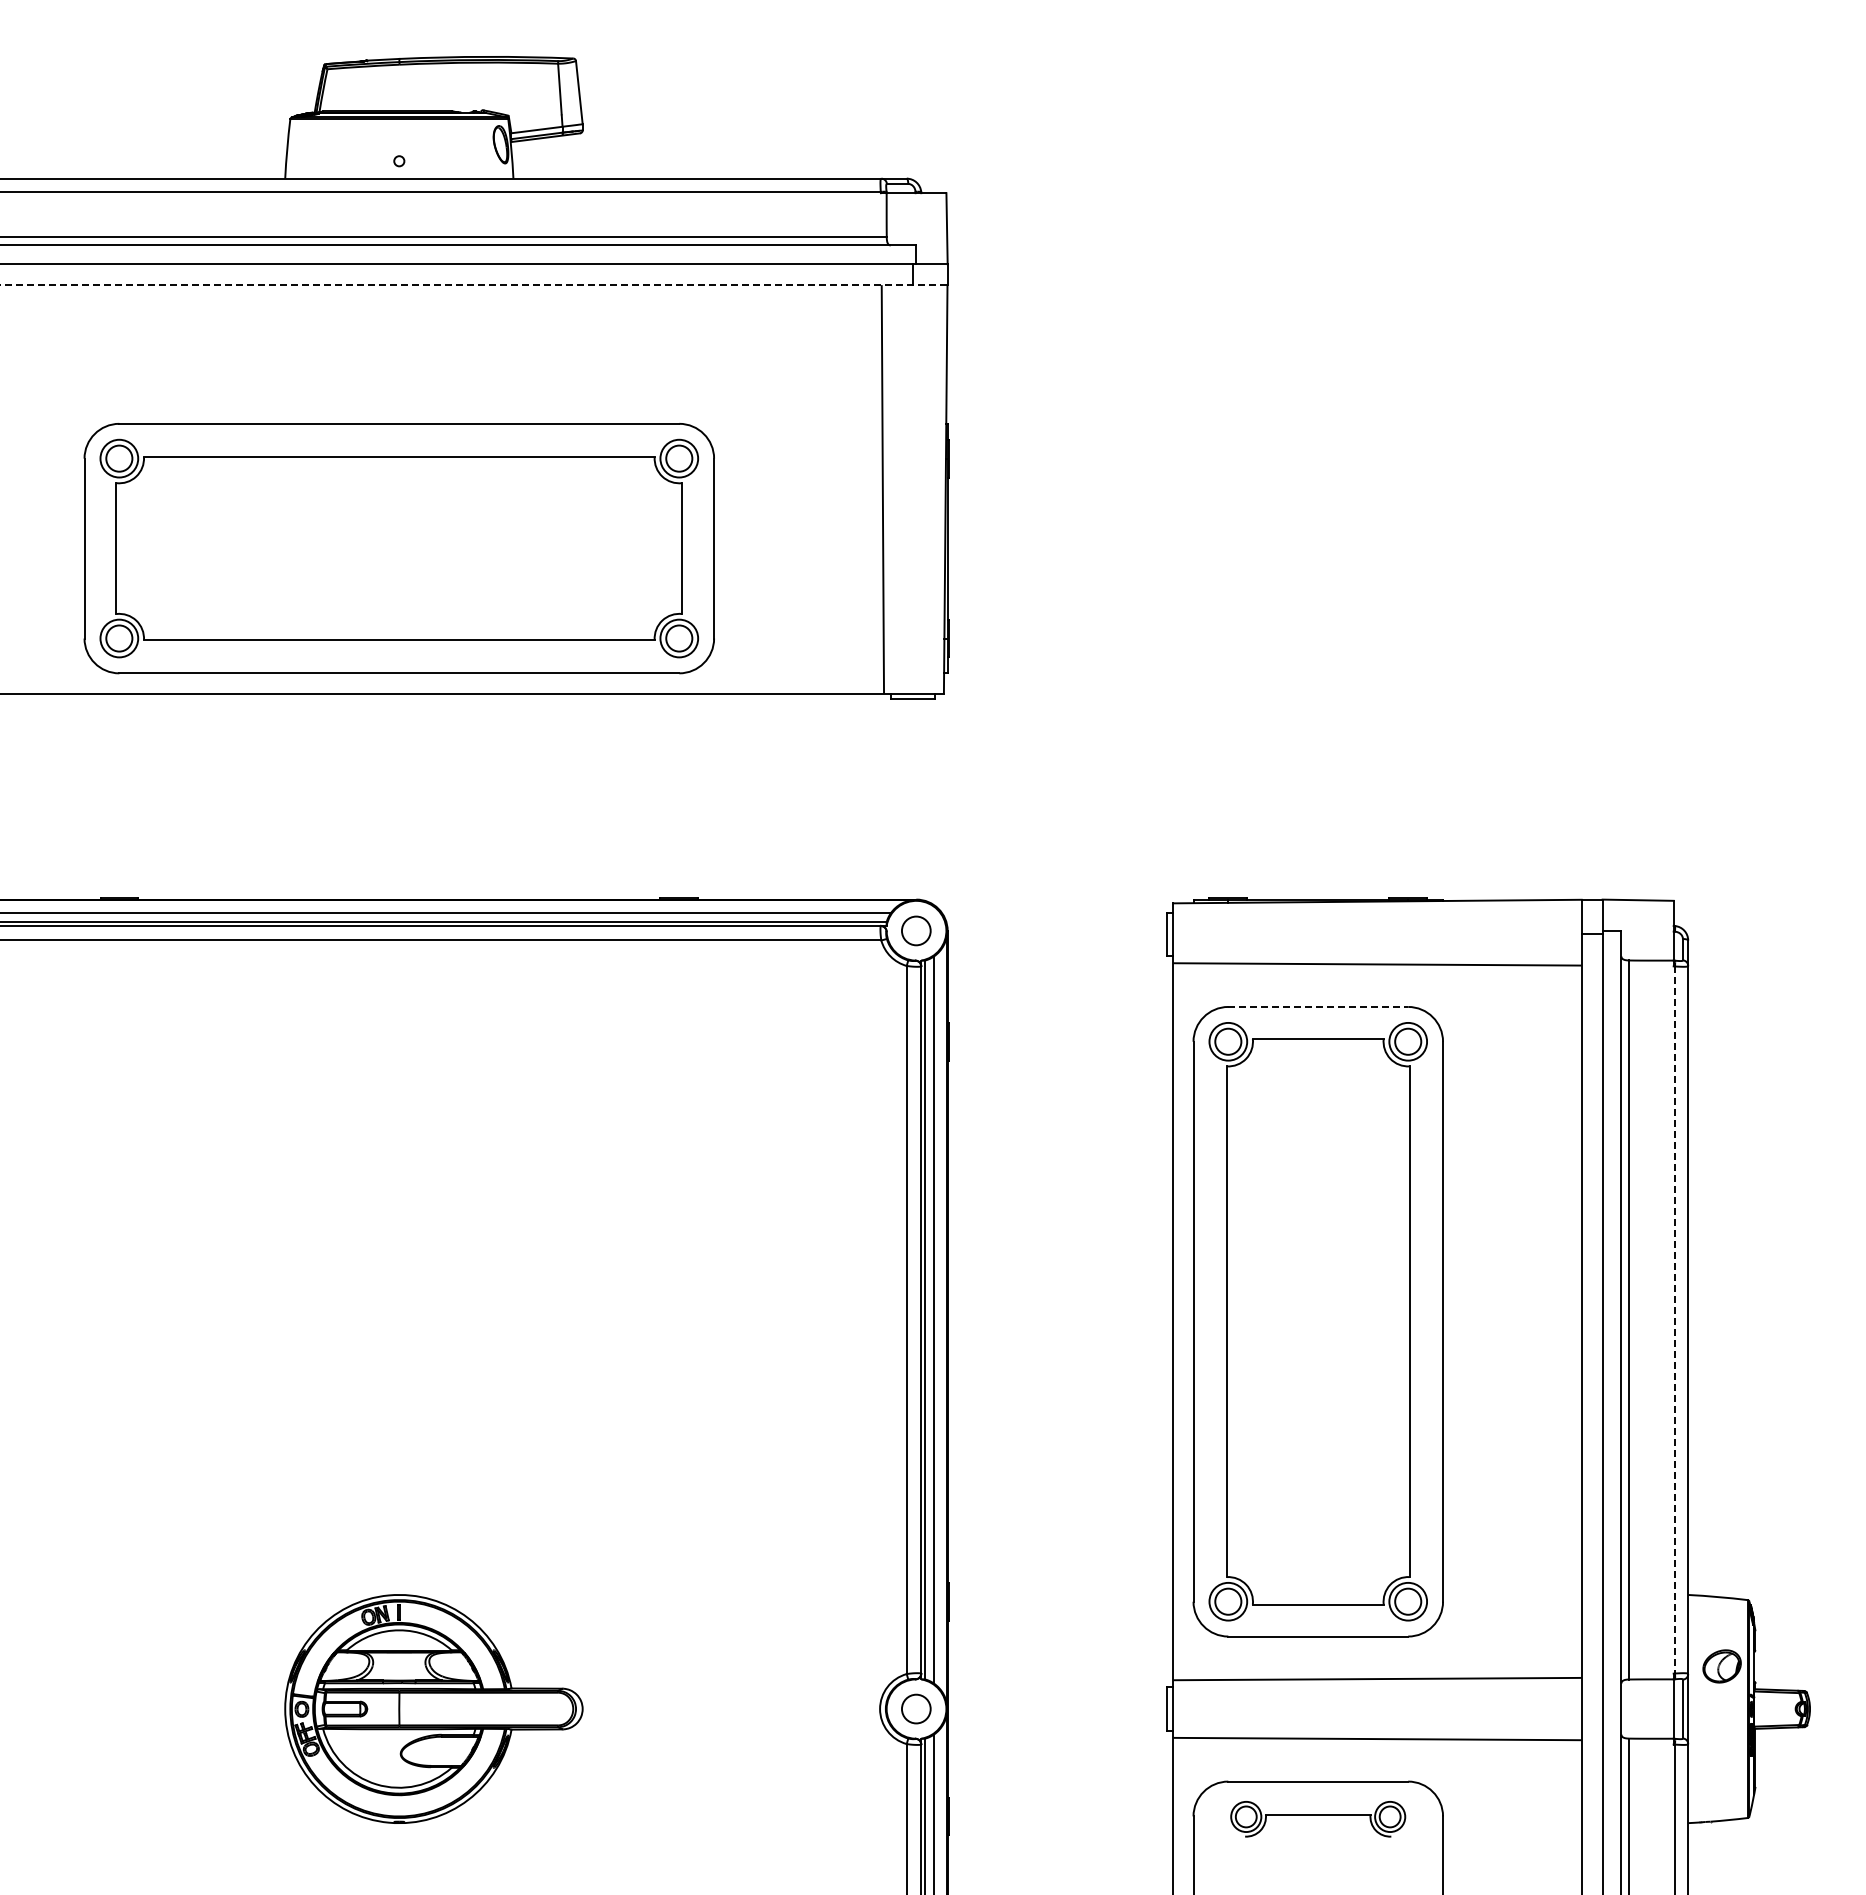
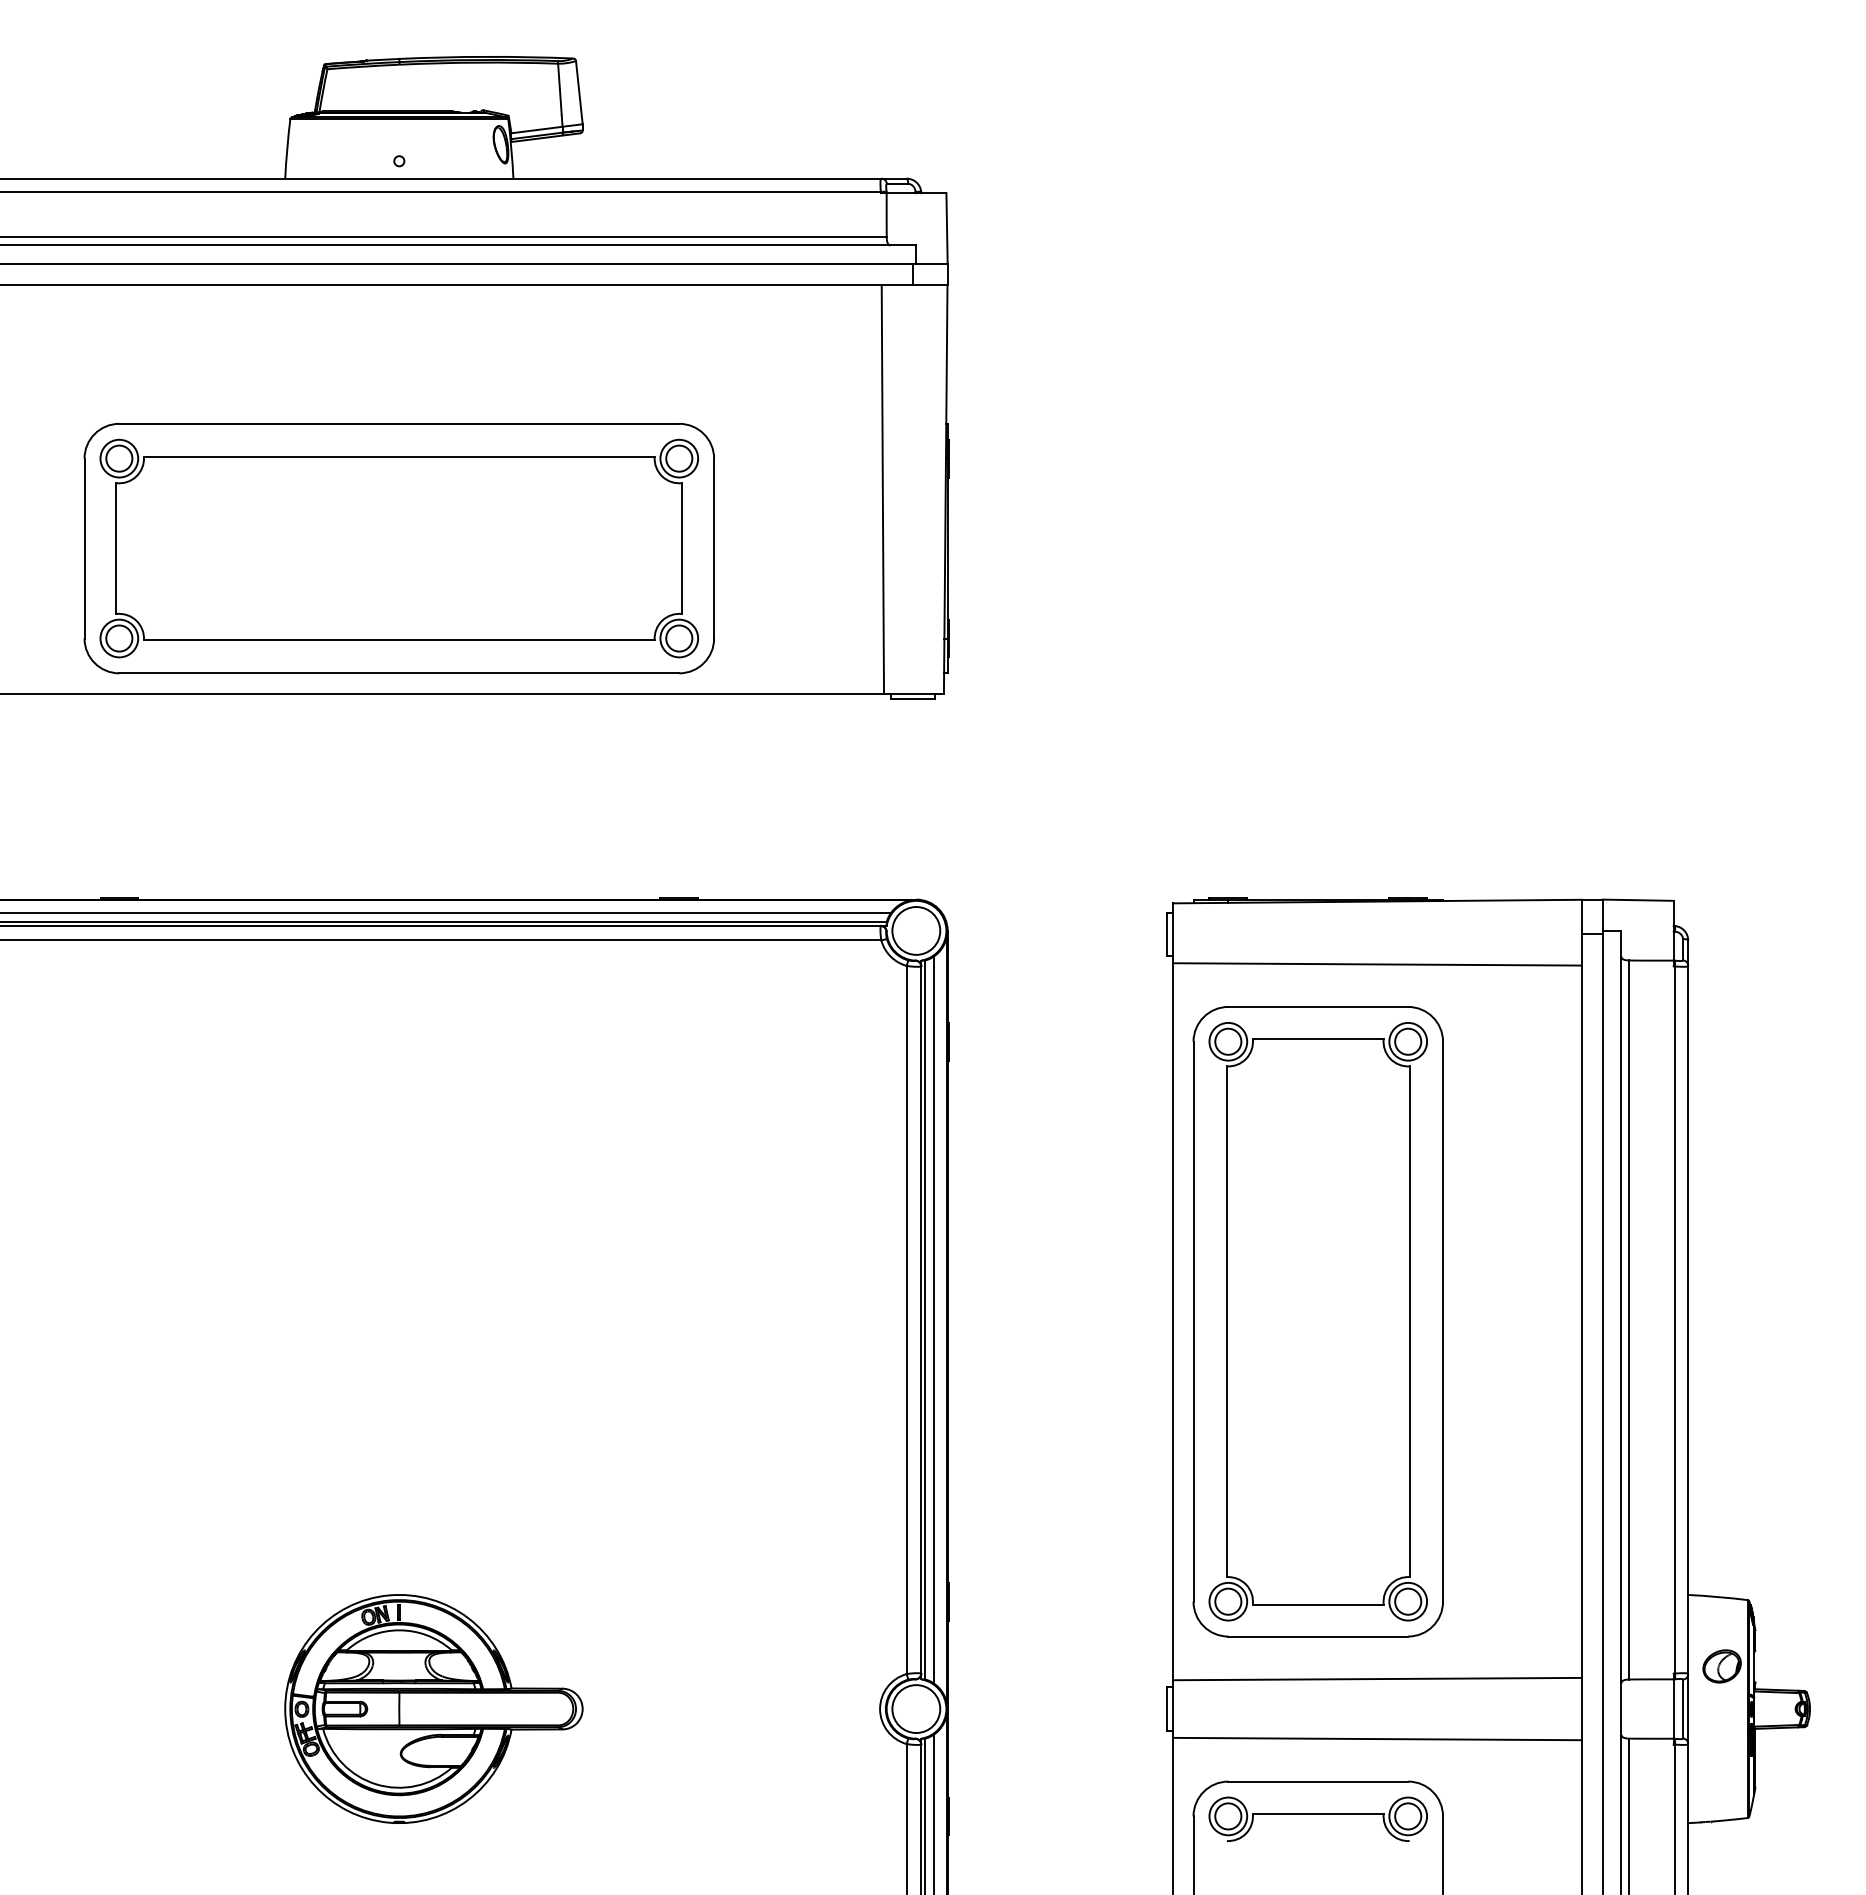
line at (474, 285): dashed -> solid
circle at (915, 930) diameter: 29 px -> 48 px
line at (1318, 1006): dashed -> solid
line at (1674, 1320): dashed -> solid
circle at (915, 1708) diameter: 29 px -> 48 px
part at (1318, 1819) size: 177x37 px -> 220x46 px
